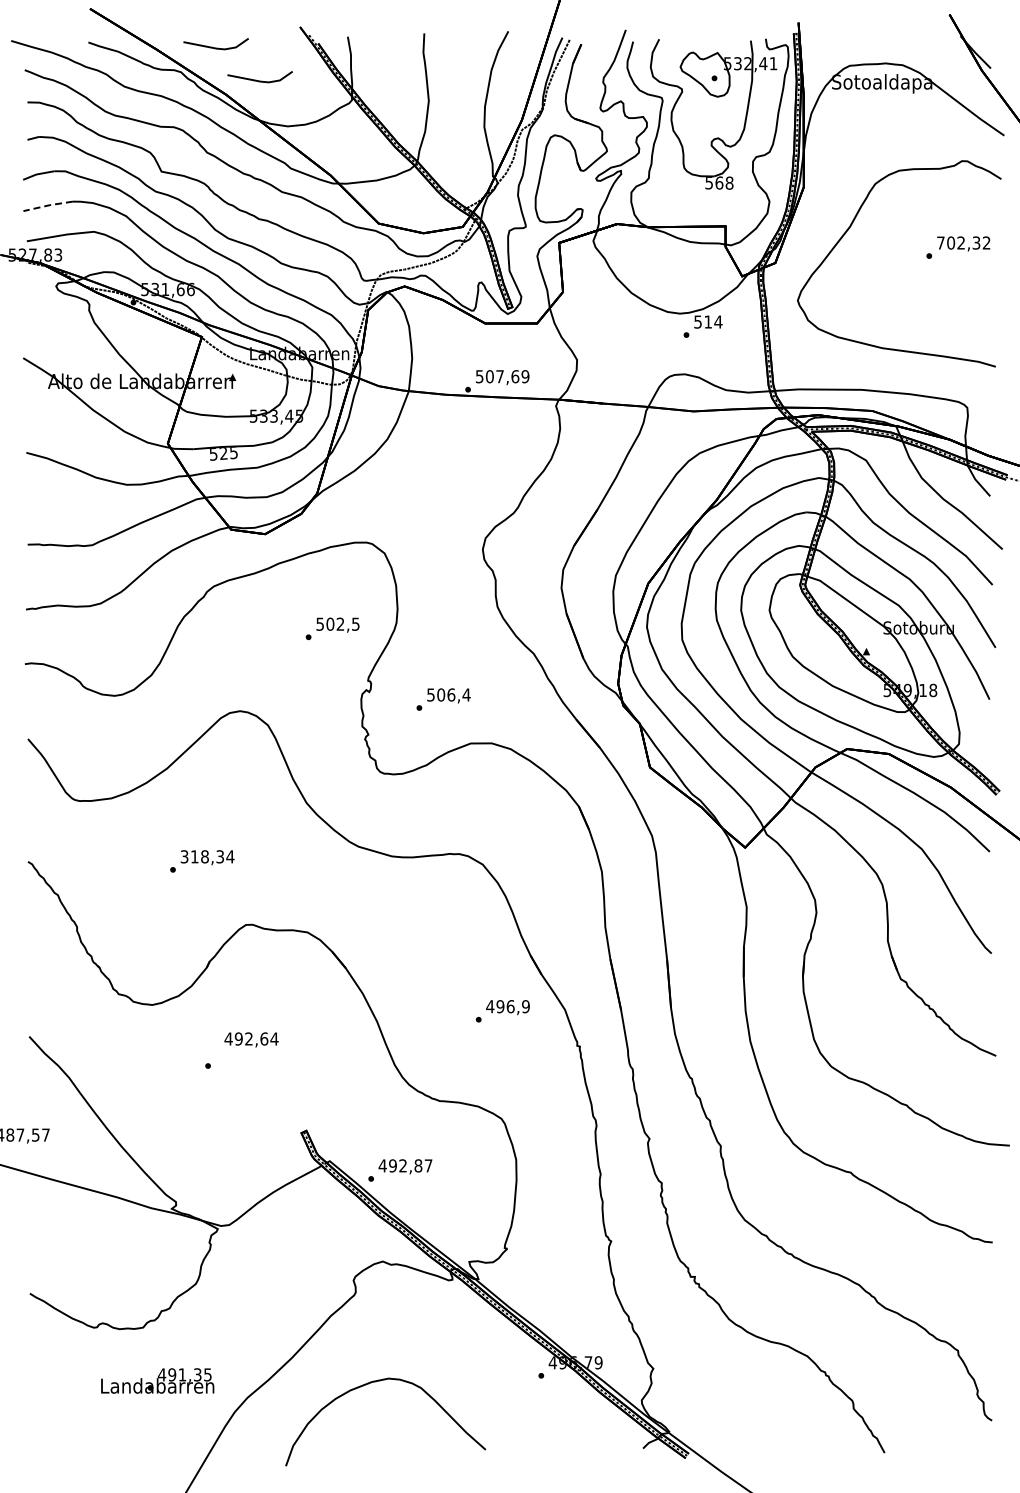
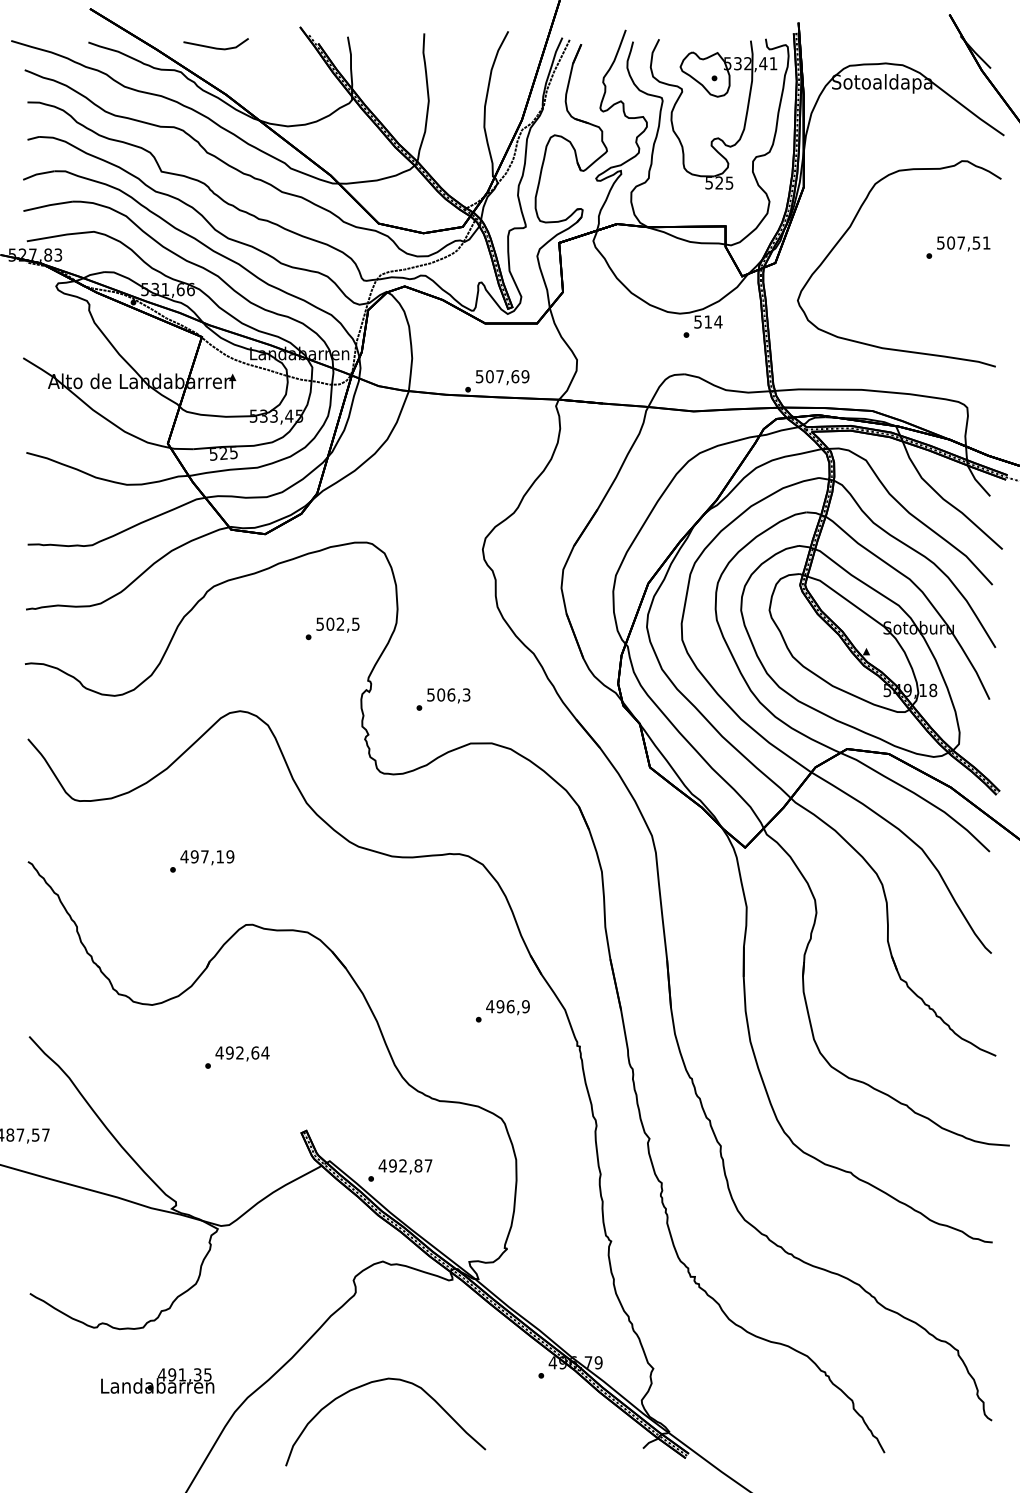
line at (259, 80): present -> none
text at (724, 182): 568 -> 525
line at (48, 205): dashed -> solid
text at (963, 242): 702,32 -> 507,51
text at (466, 694): 506,4 -> 506,3
text at (207, 856): 318,34 -> 497,19
text at (251, 1039) position: (251, 1039) -> (242, 1053)
